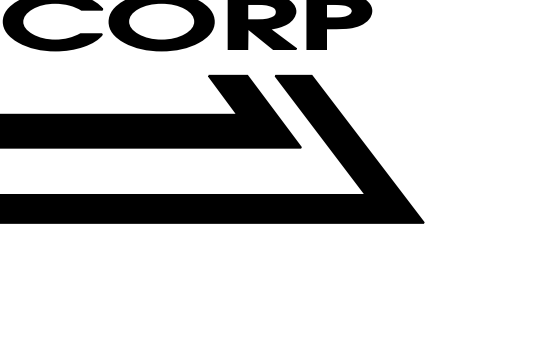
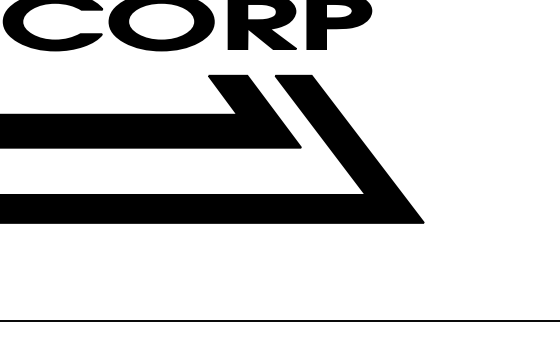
line at (279, 320): none -> present
